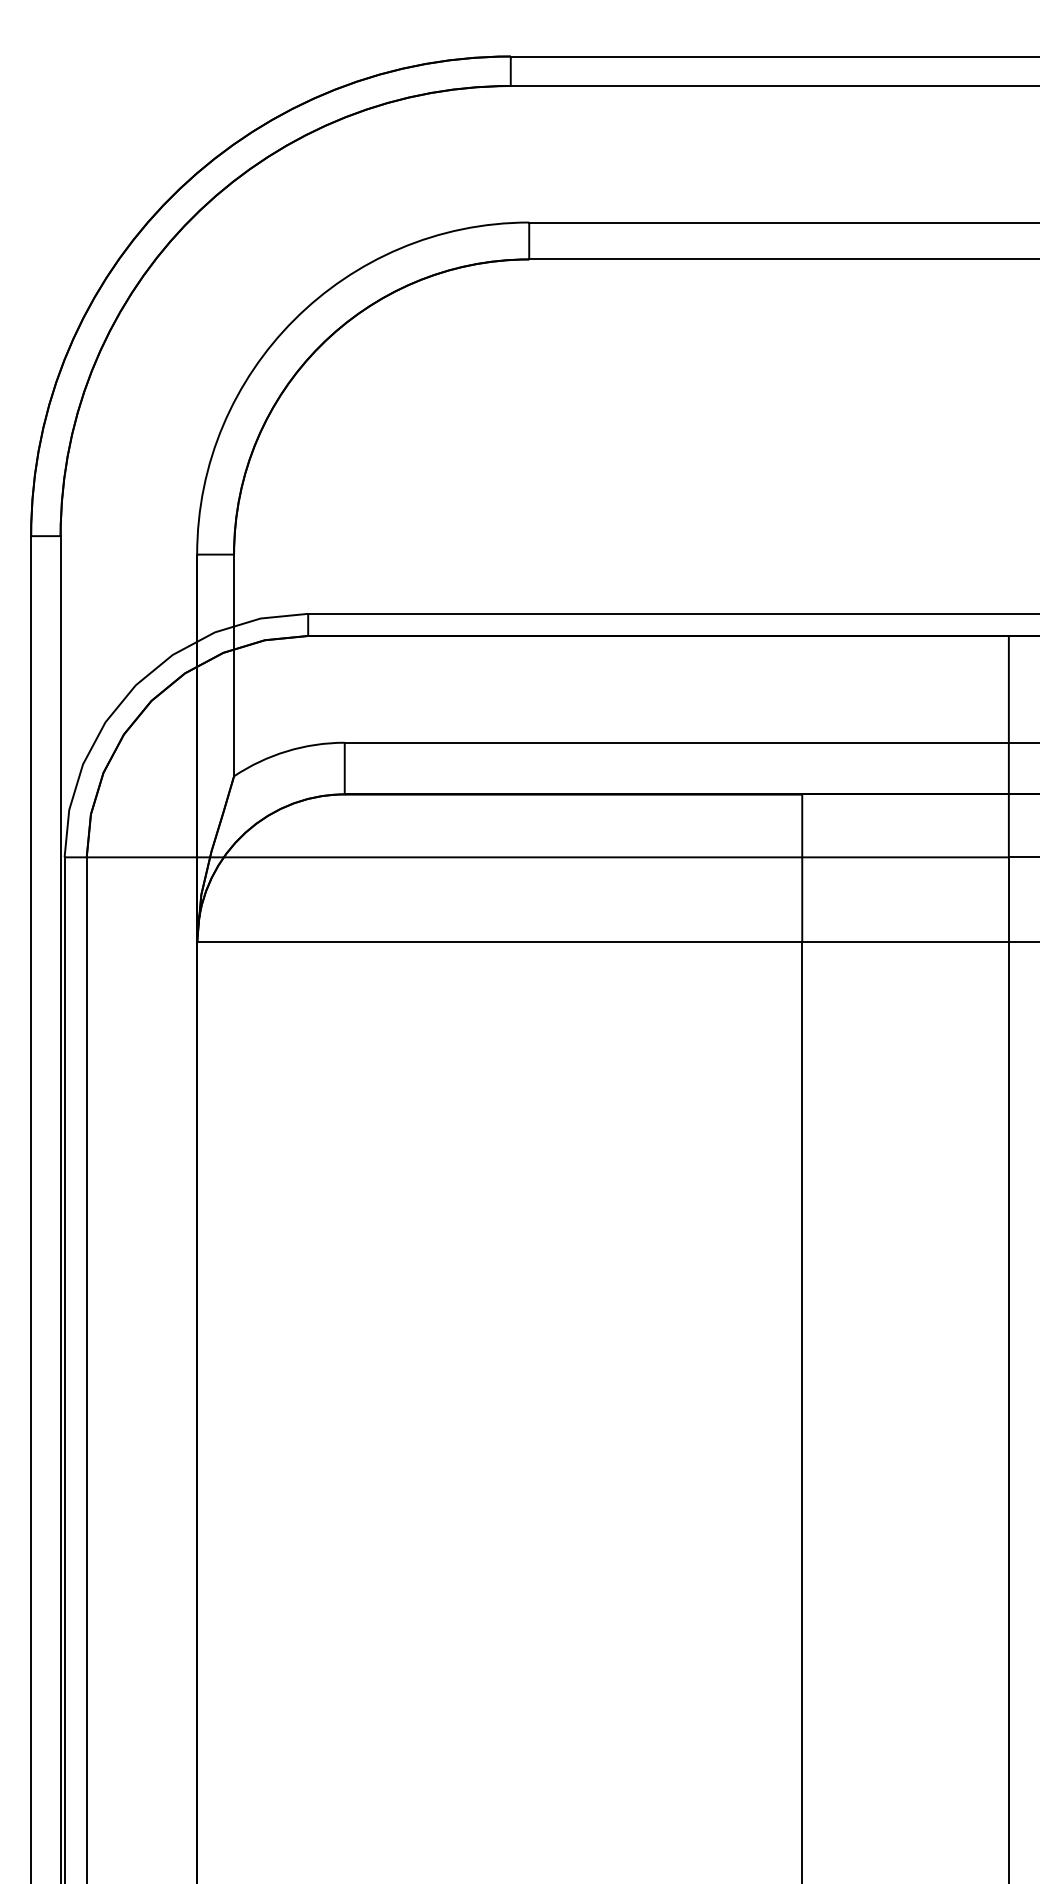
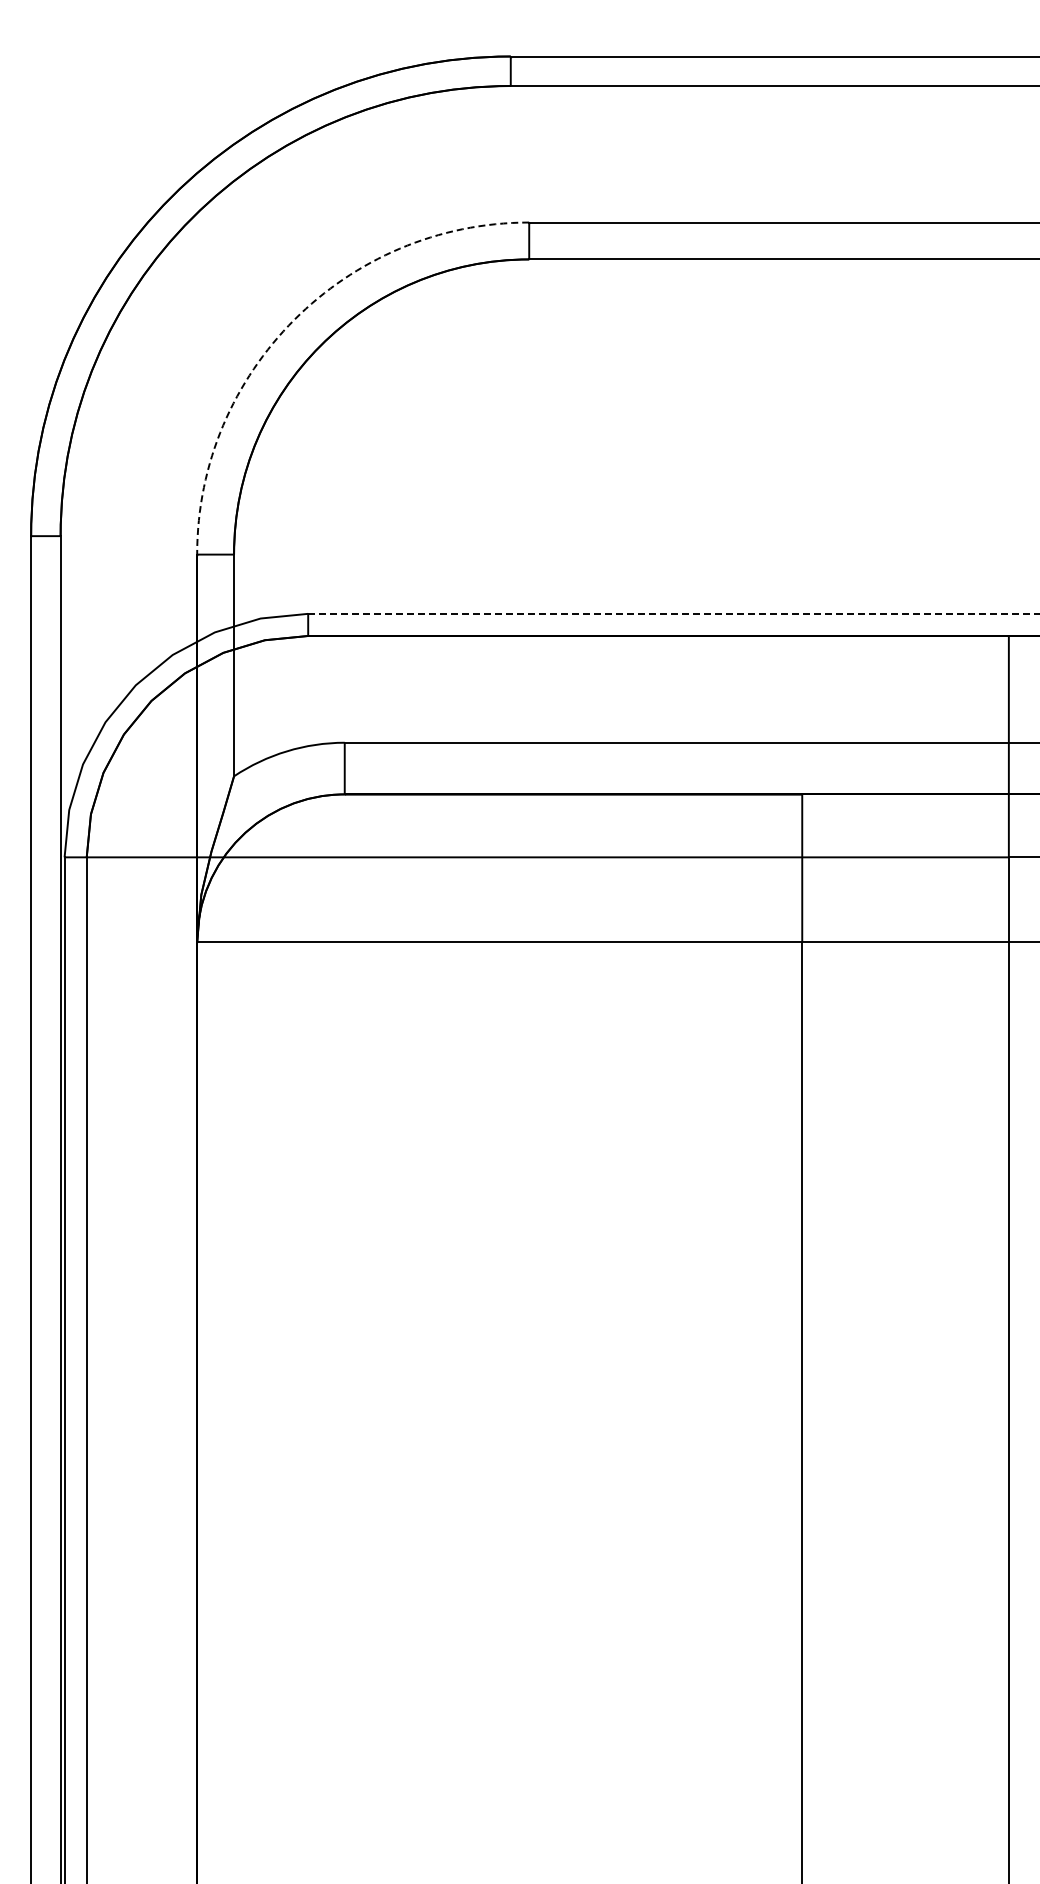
arc at (294, 319): solid -> dashed
line at (674, 613): solid -> dashed
